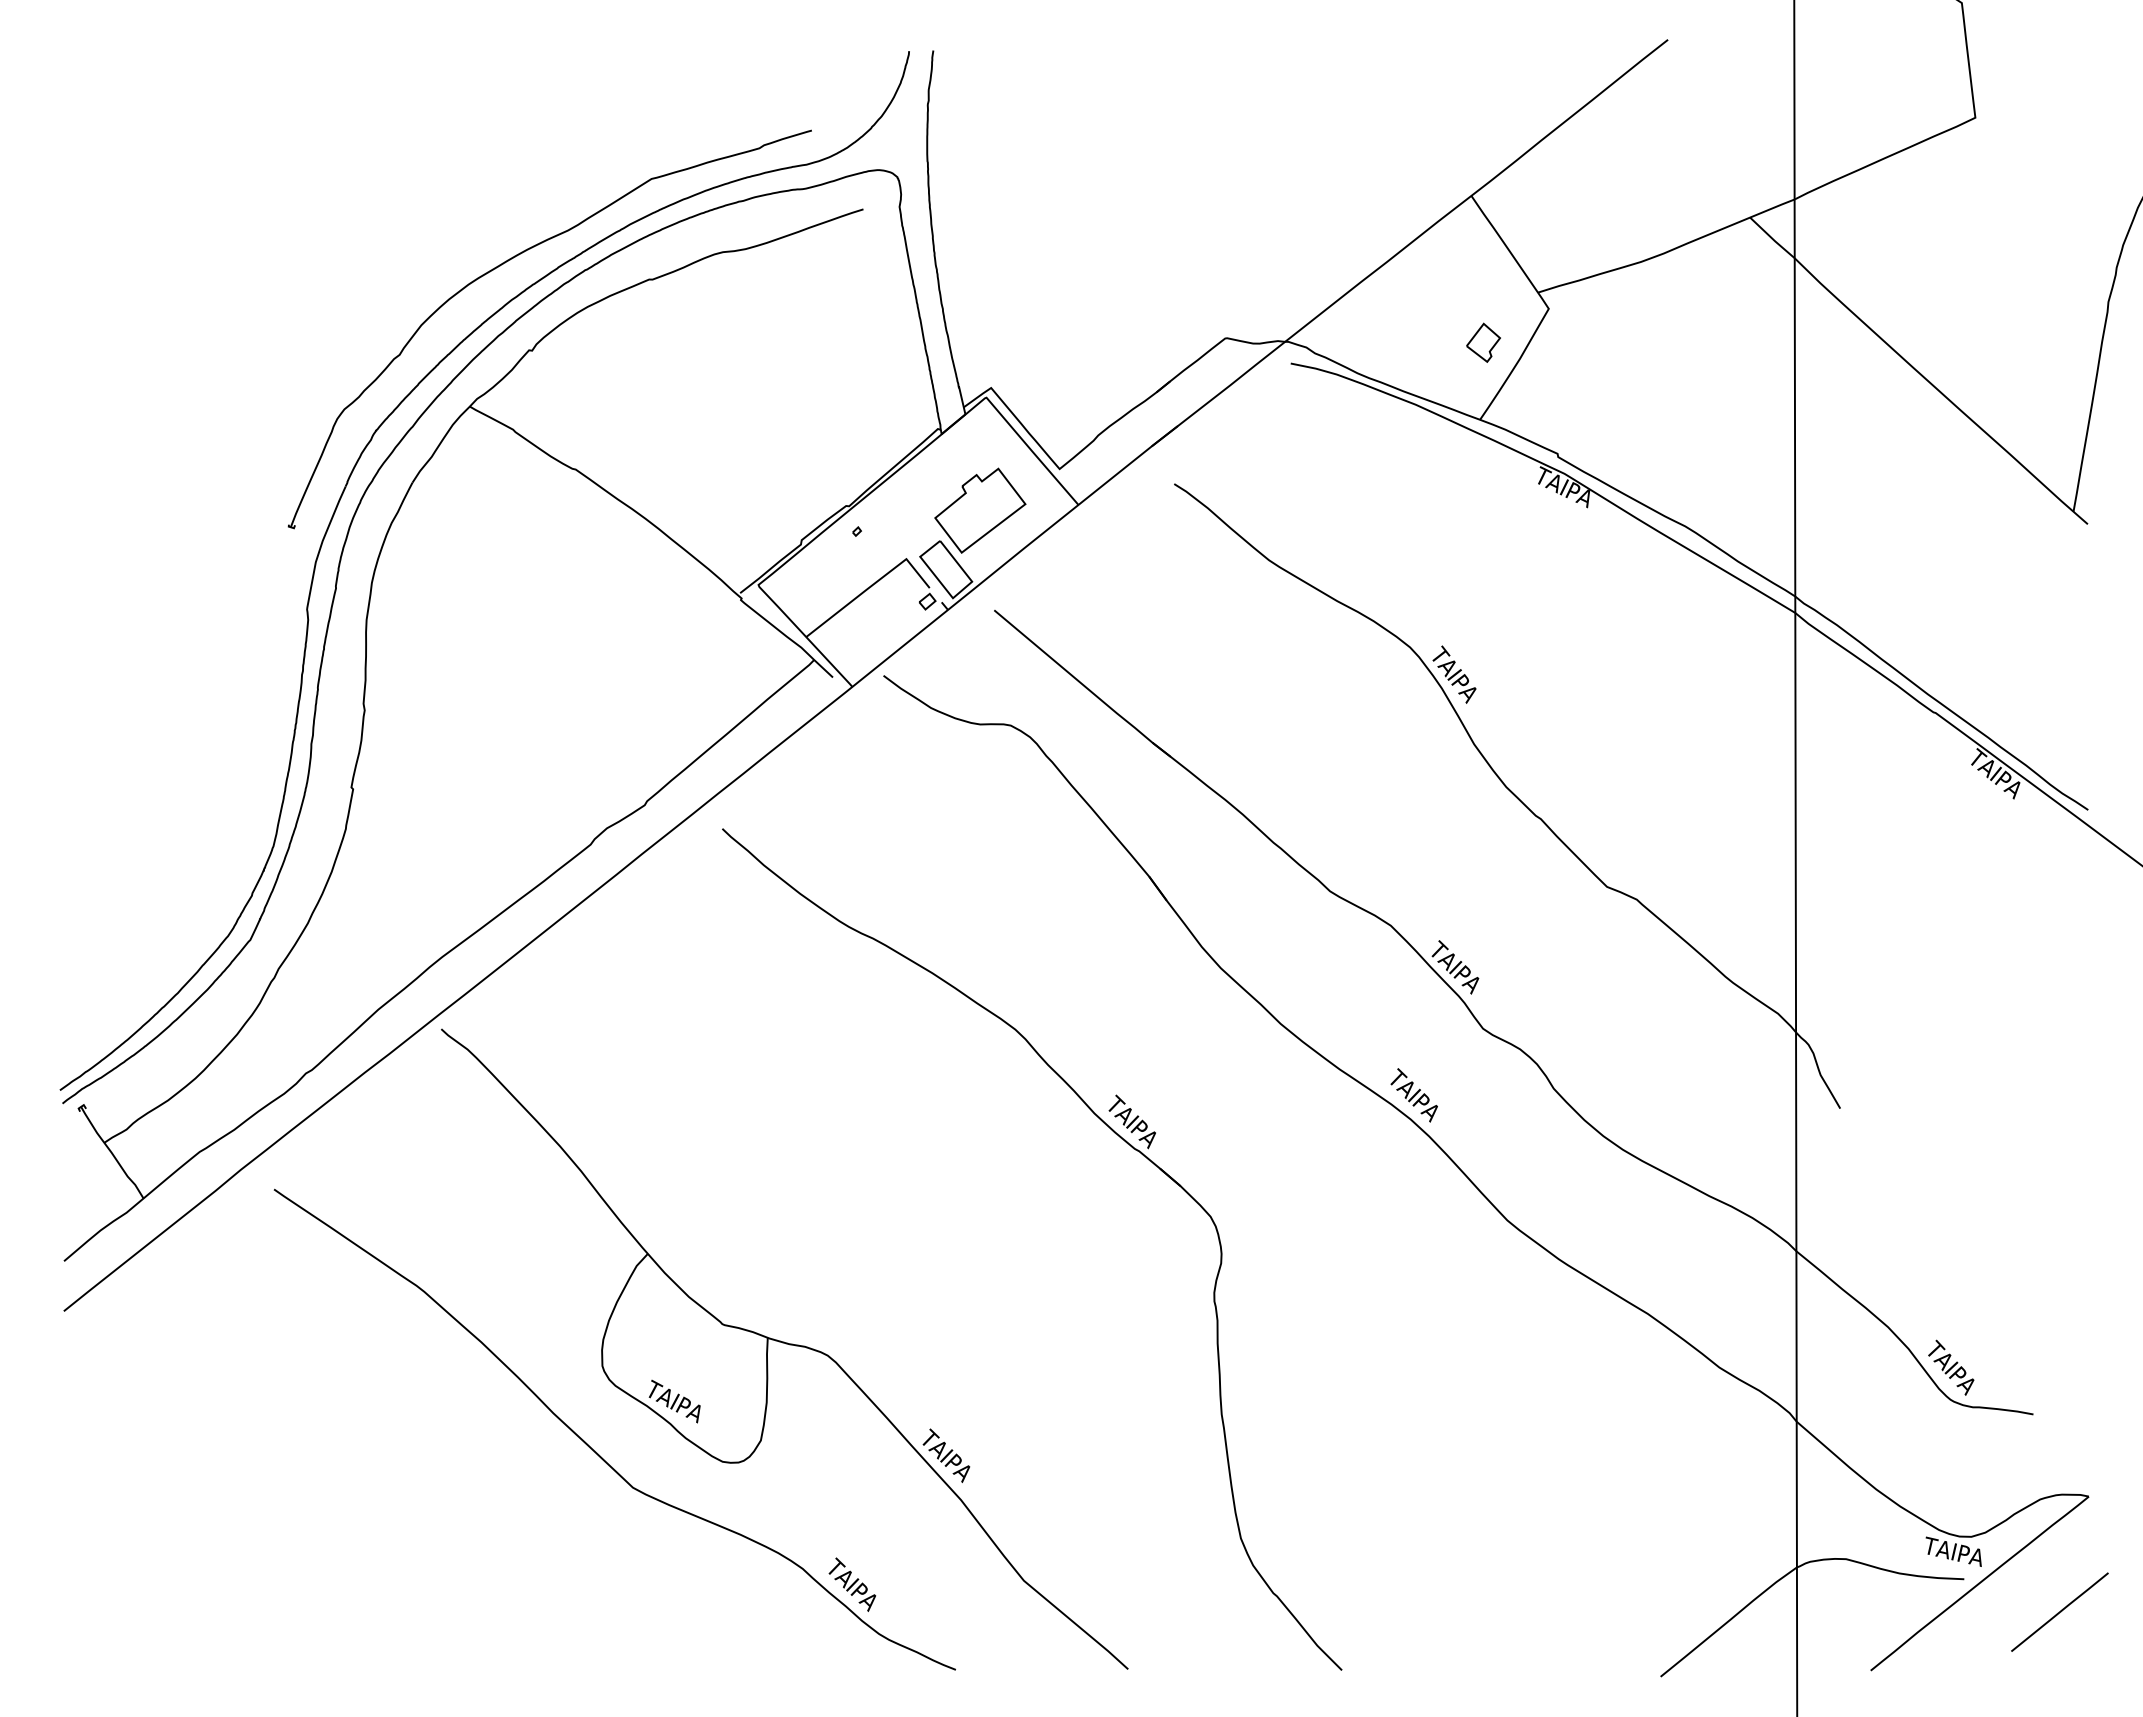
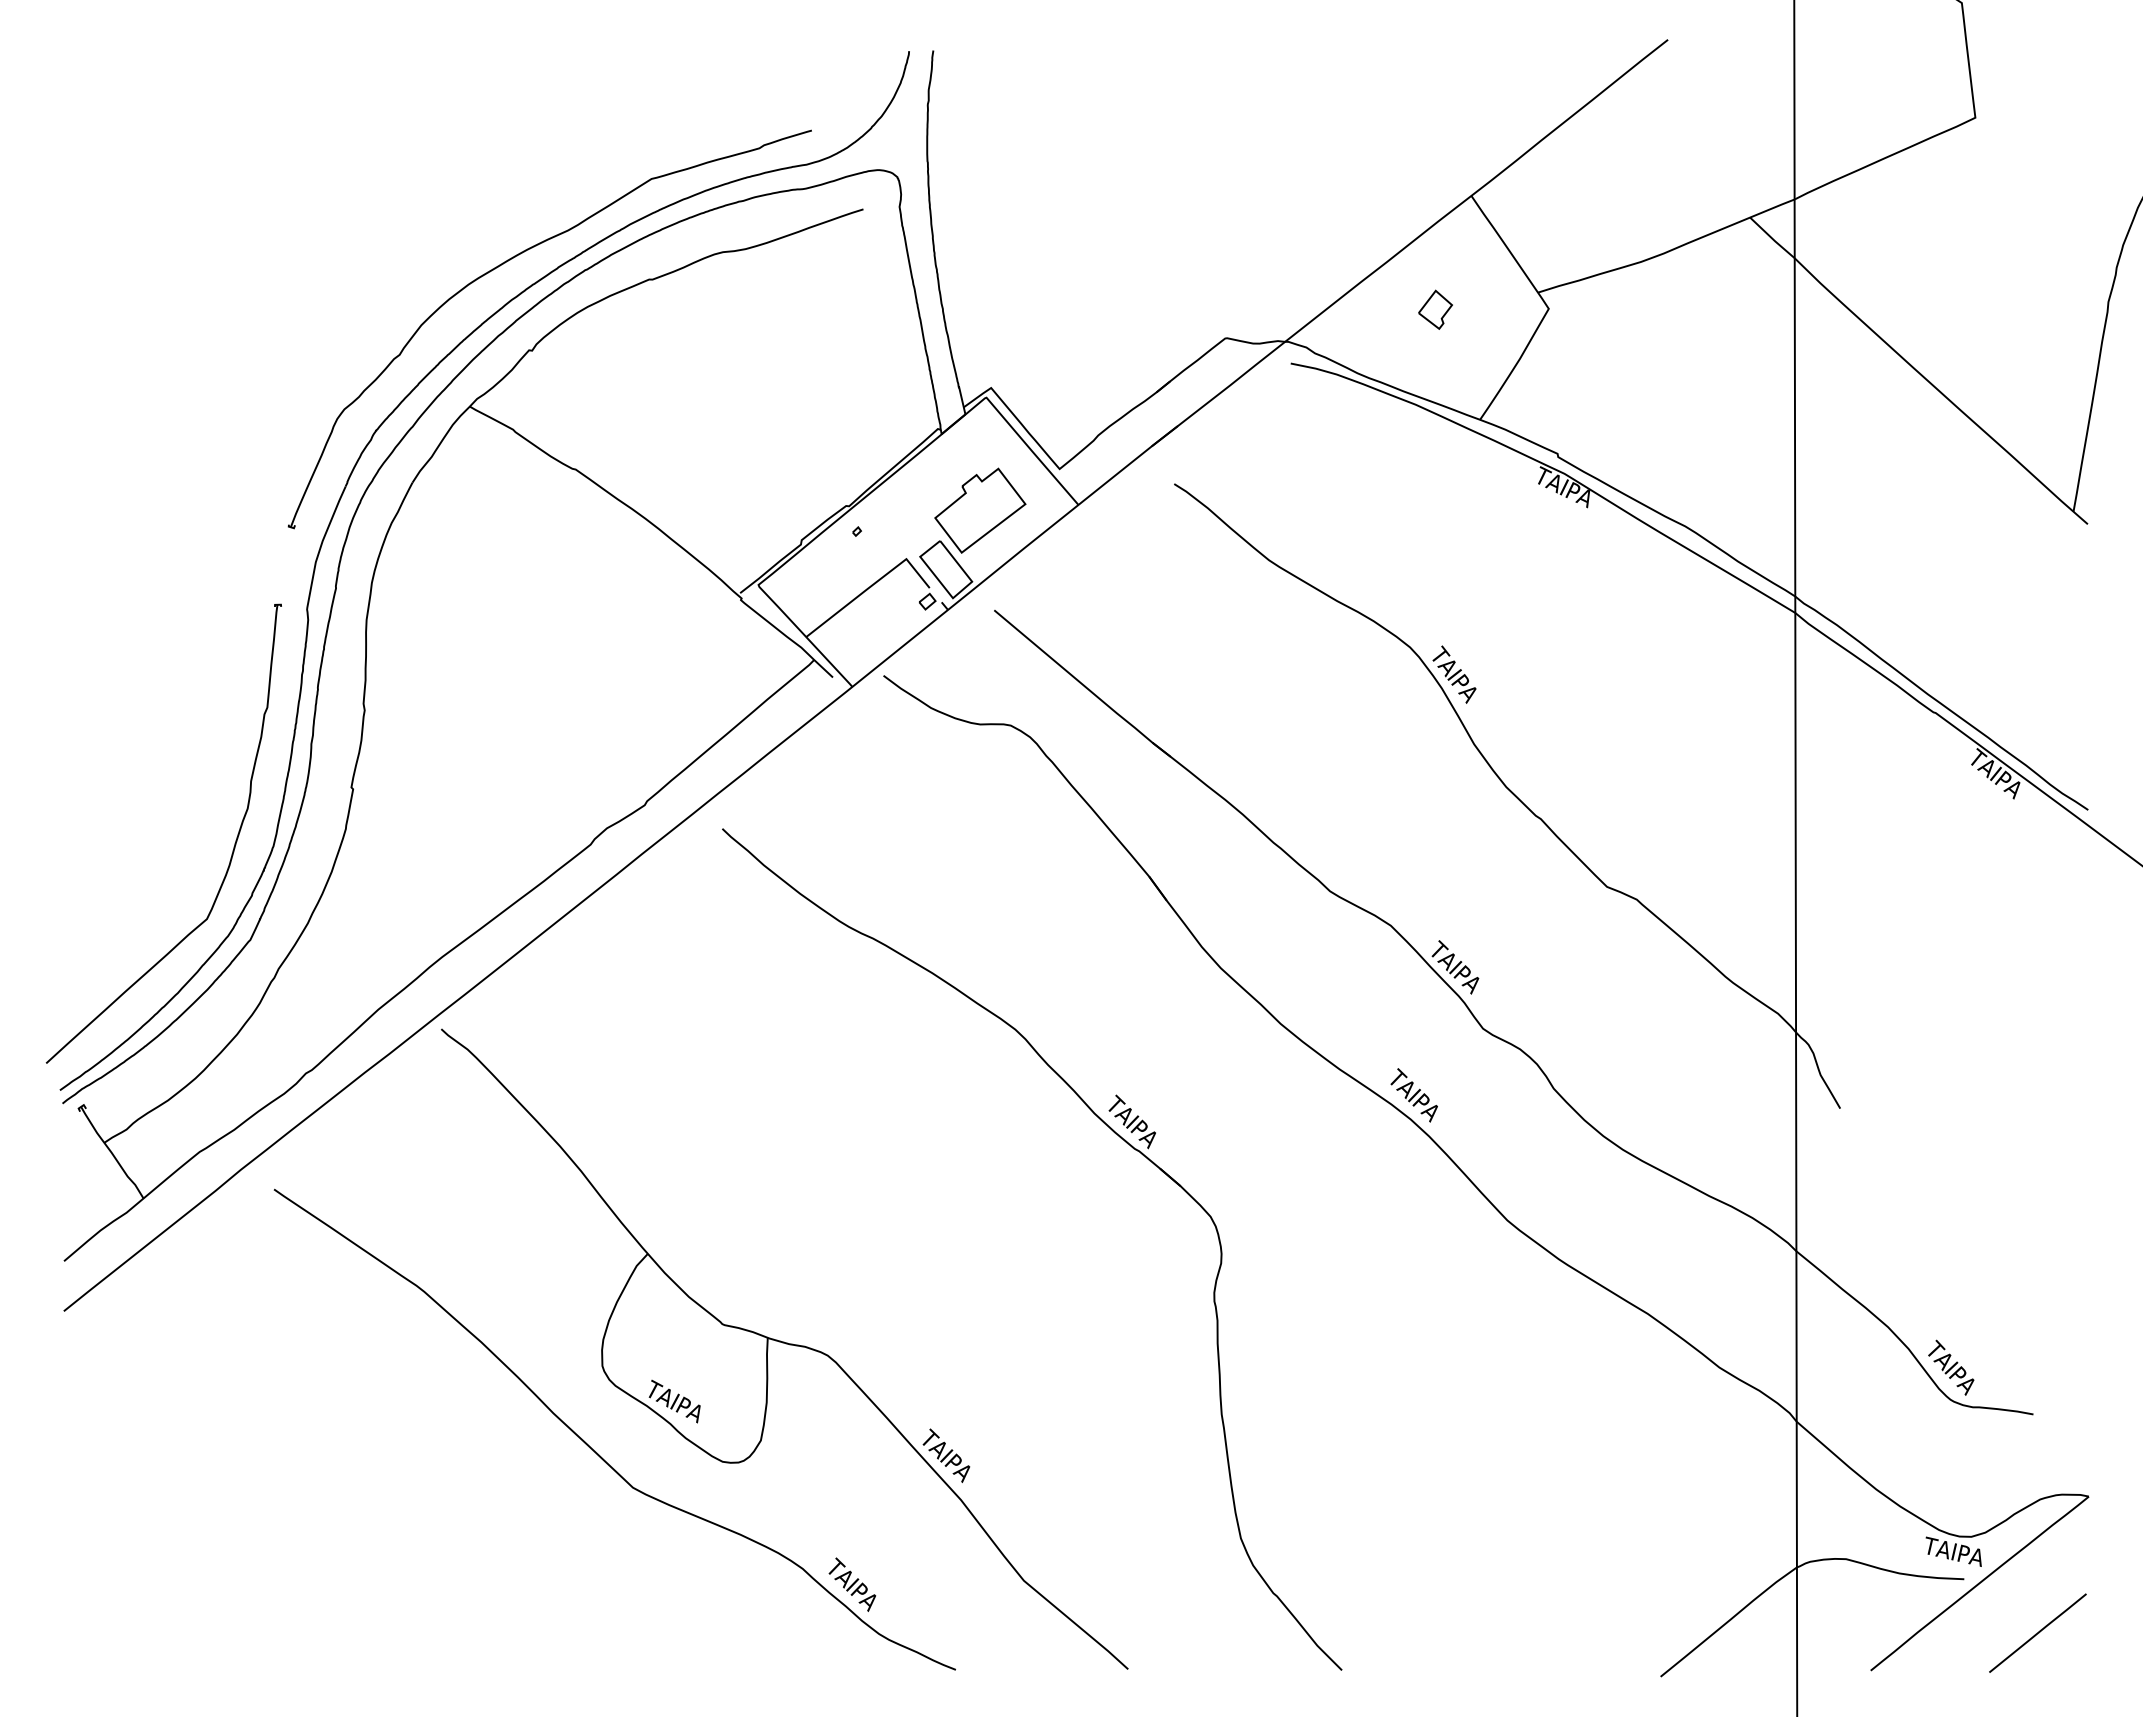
part at (1483, 342) position: (1483, 342) -> (1435, 309)
part at (232, 850): none -> present
line at (2059, 1611) position: (2059, 1611) -> (2037, 1632)
